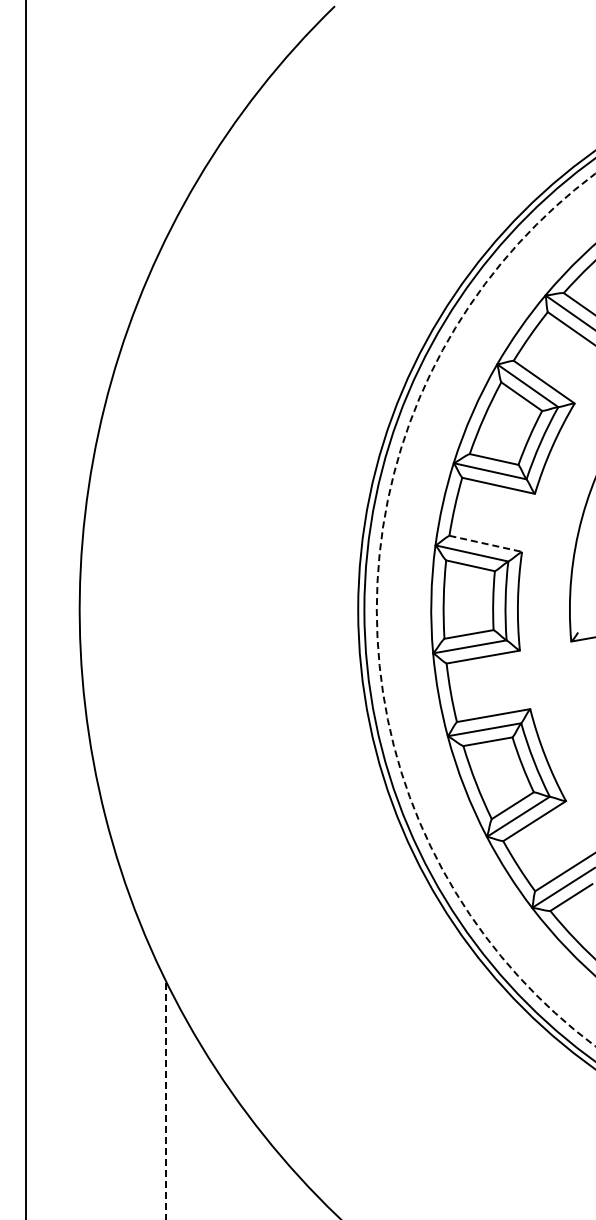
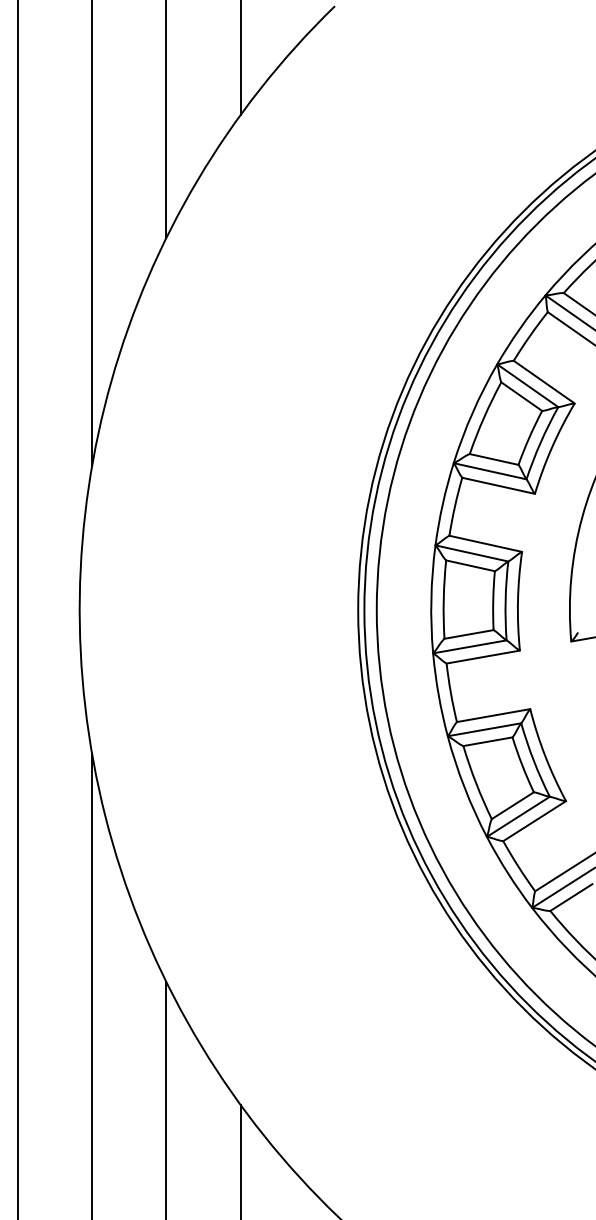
line at (240, 58): none -> present
line at (166, 120): none -> present
line at (92, 234): none -> present
line at (486, 543): dashed -> solid
line at (25, 609) position: (25, 609) -> (17, 609)
circle at (485, 609): dashed -> solid
line at (92, 984): none -> present
line at (166, 1100): dashed -> solid
line at (240, 1160): none -> present
